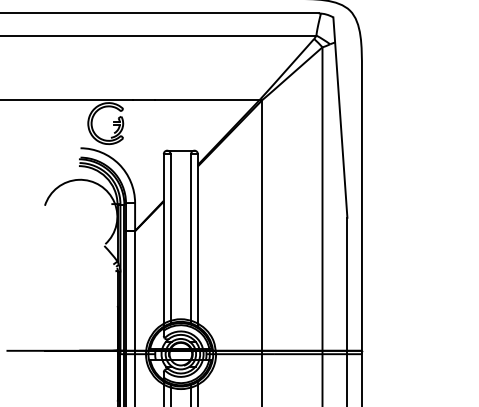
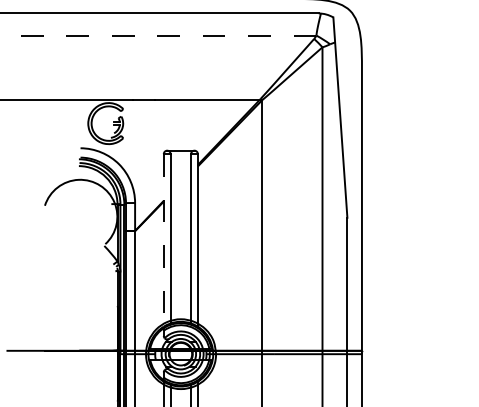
line at (158, 35): solid -> dashed
line at (163, 240): solid -> dashed
